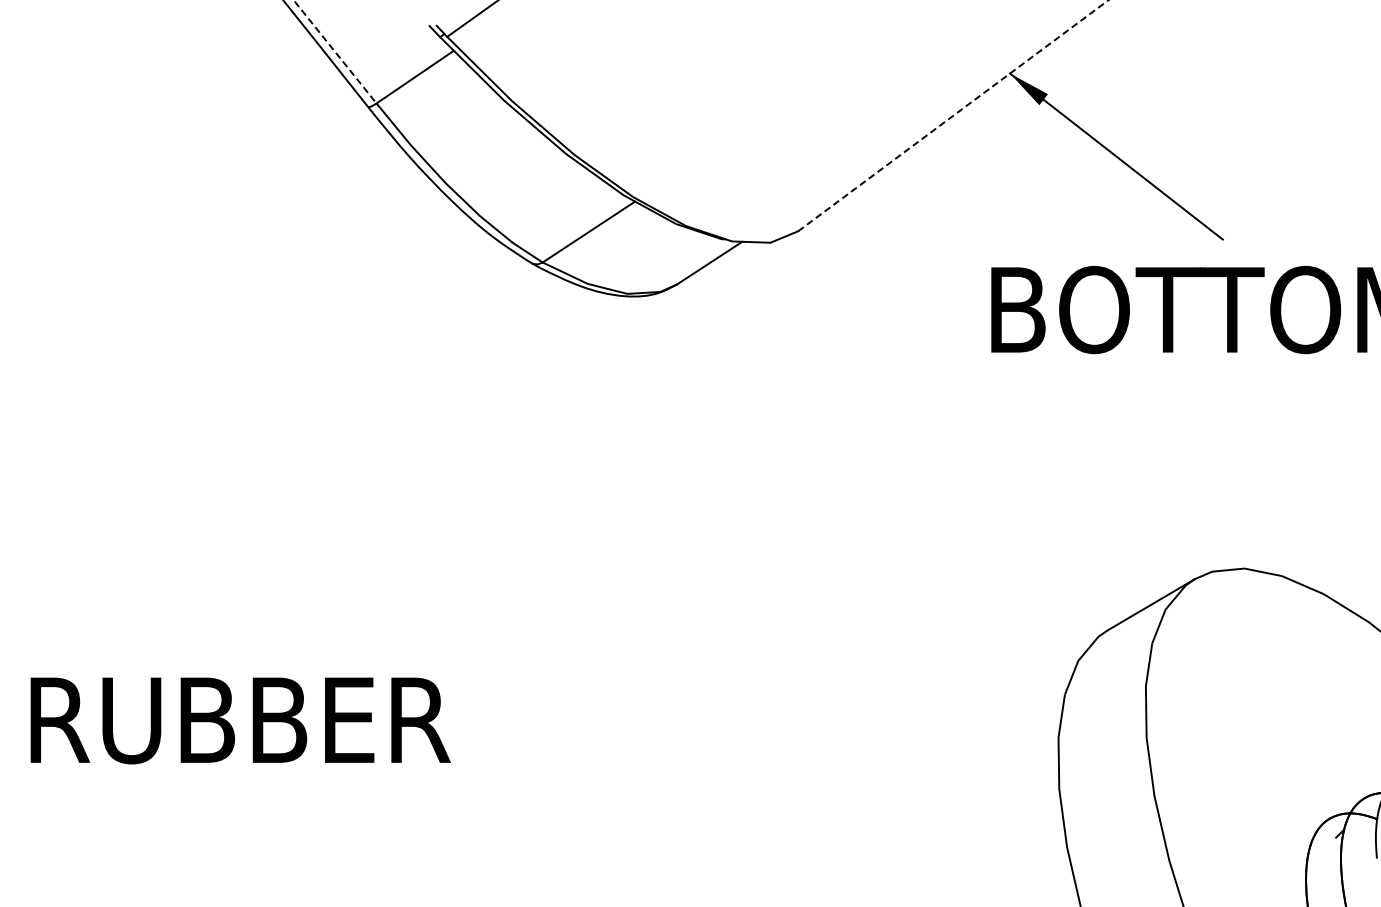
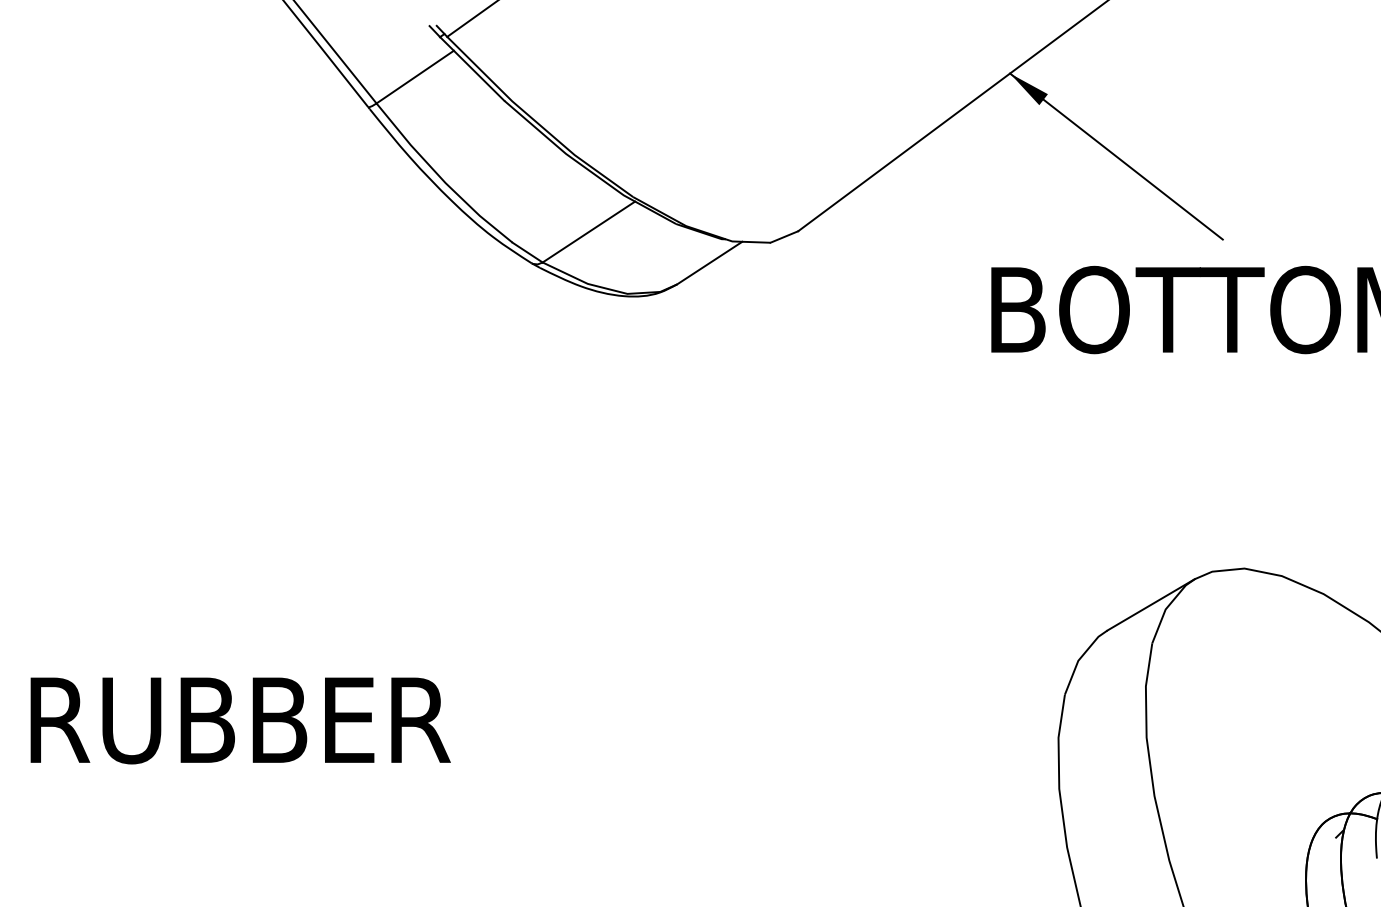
line at (335, 52): dashed -> solid
line at (953, 115): dashed -> solid
